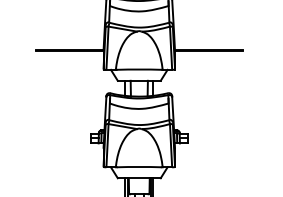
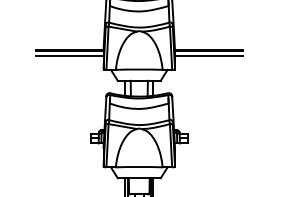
line at (69, 56): none -> present
line at (208, 56): none -> present
